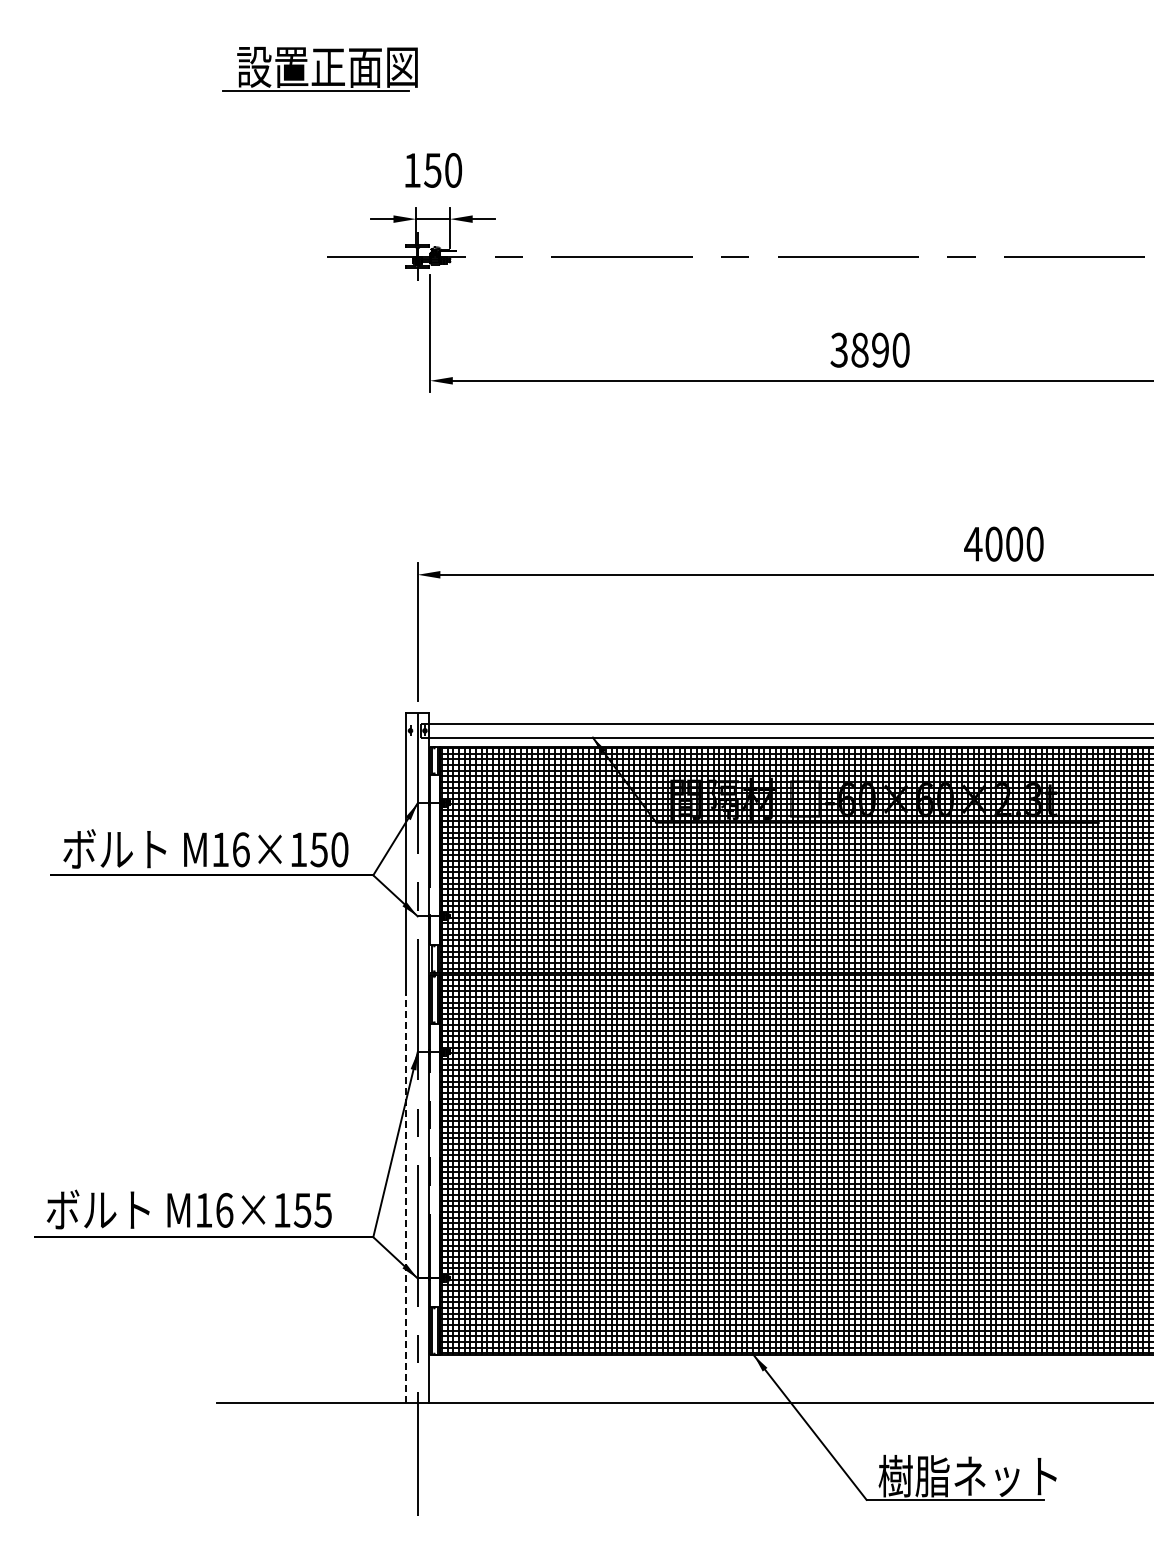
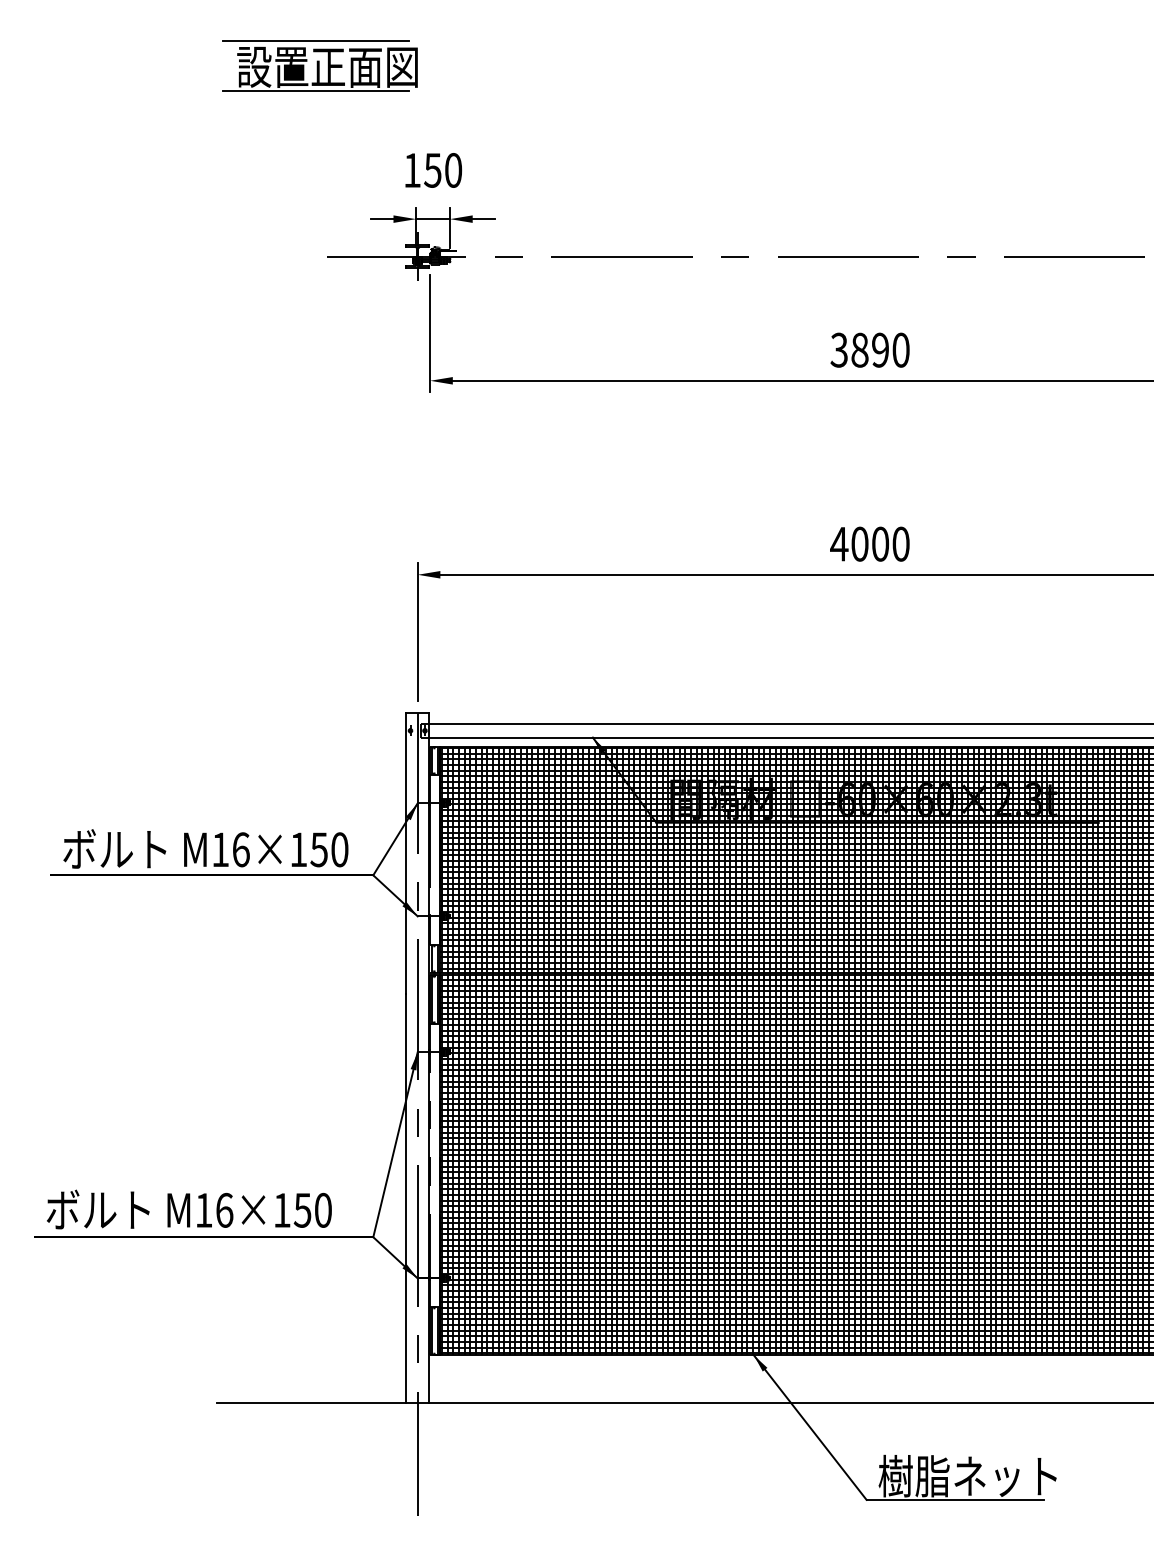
line at (316, 41): none -> present
text at (1003, 543) position: (1003, 543) -> (869, 543)
line at (406, 1198): dashed -> solid
text at (322, 1209): M16×155 -> M16×150
